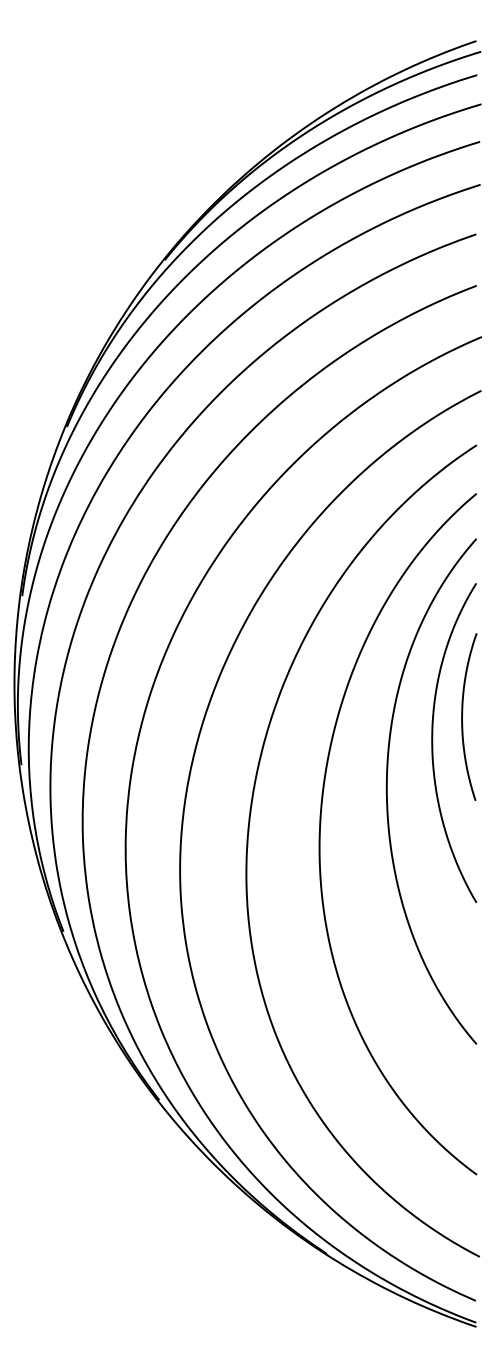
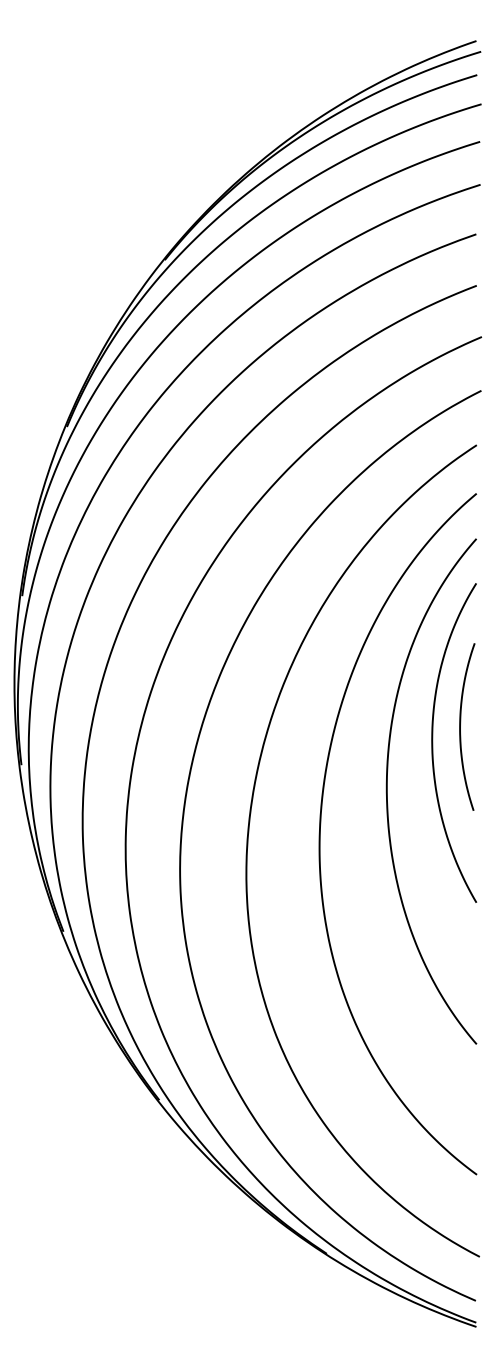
curve at (462, 716) position: (462, 716) -> (460, 726)
